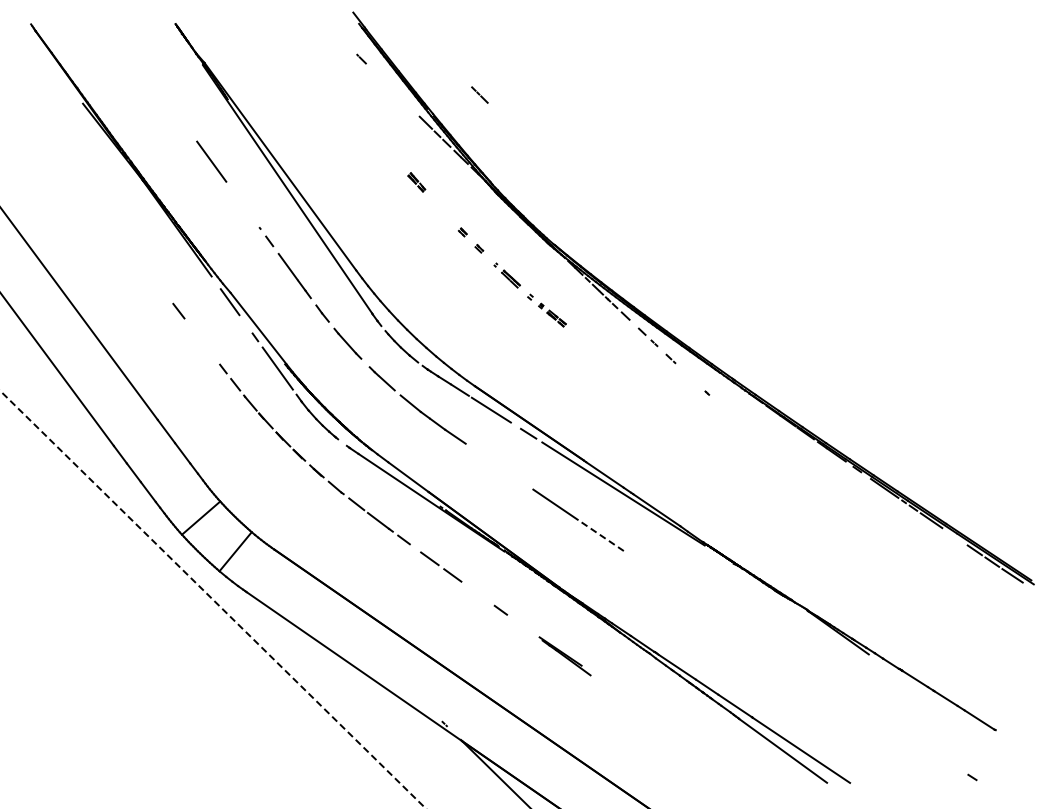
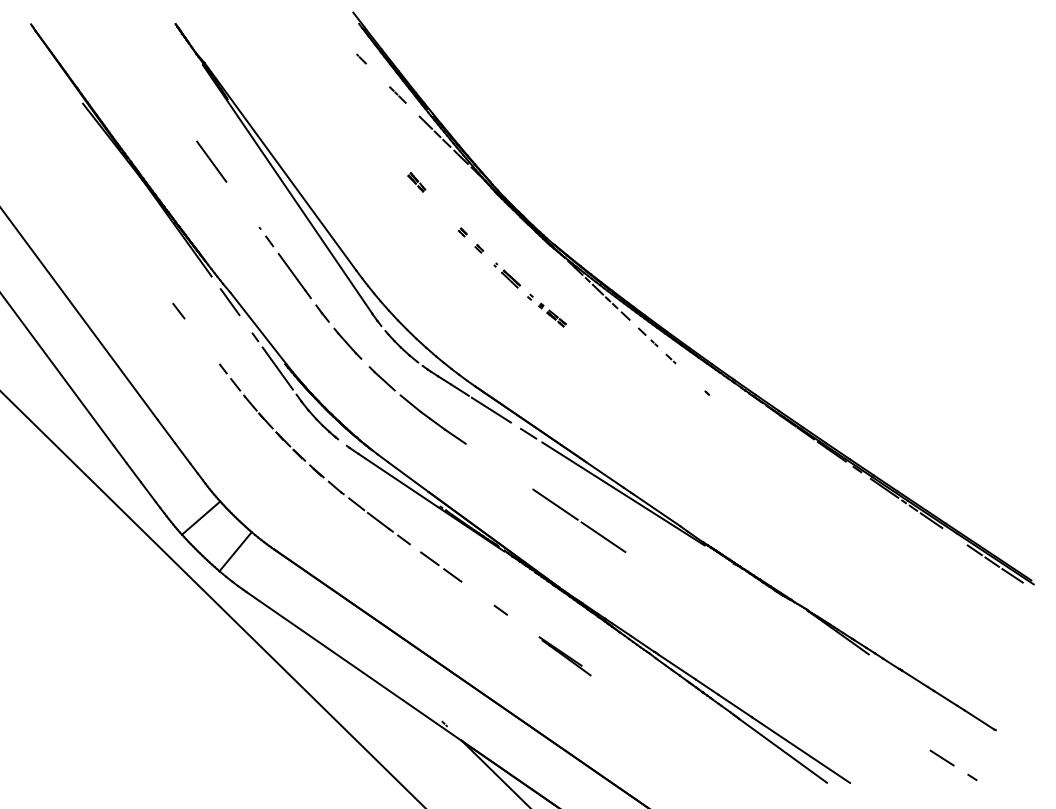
line at (479, 94) position: (479, 94) -> (397, 94)
line at (603, 537): dashed -> solid
line at (213, 600): dashed -> solid
line at (941, 757): none -> present
